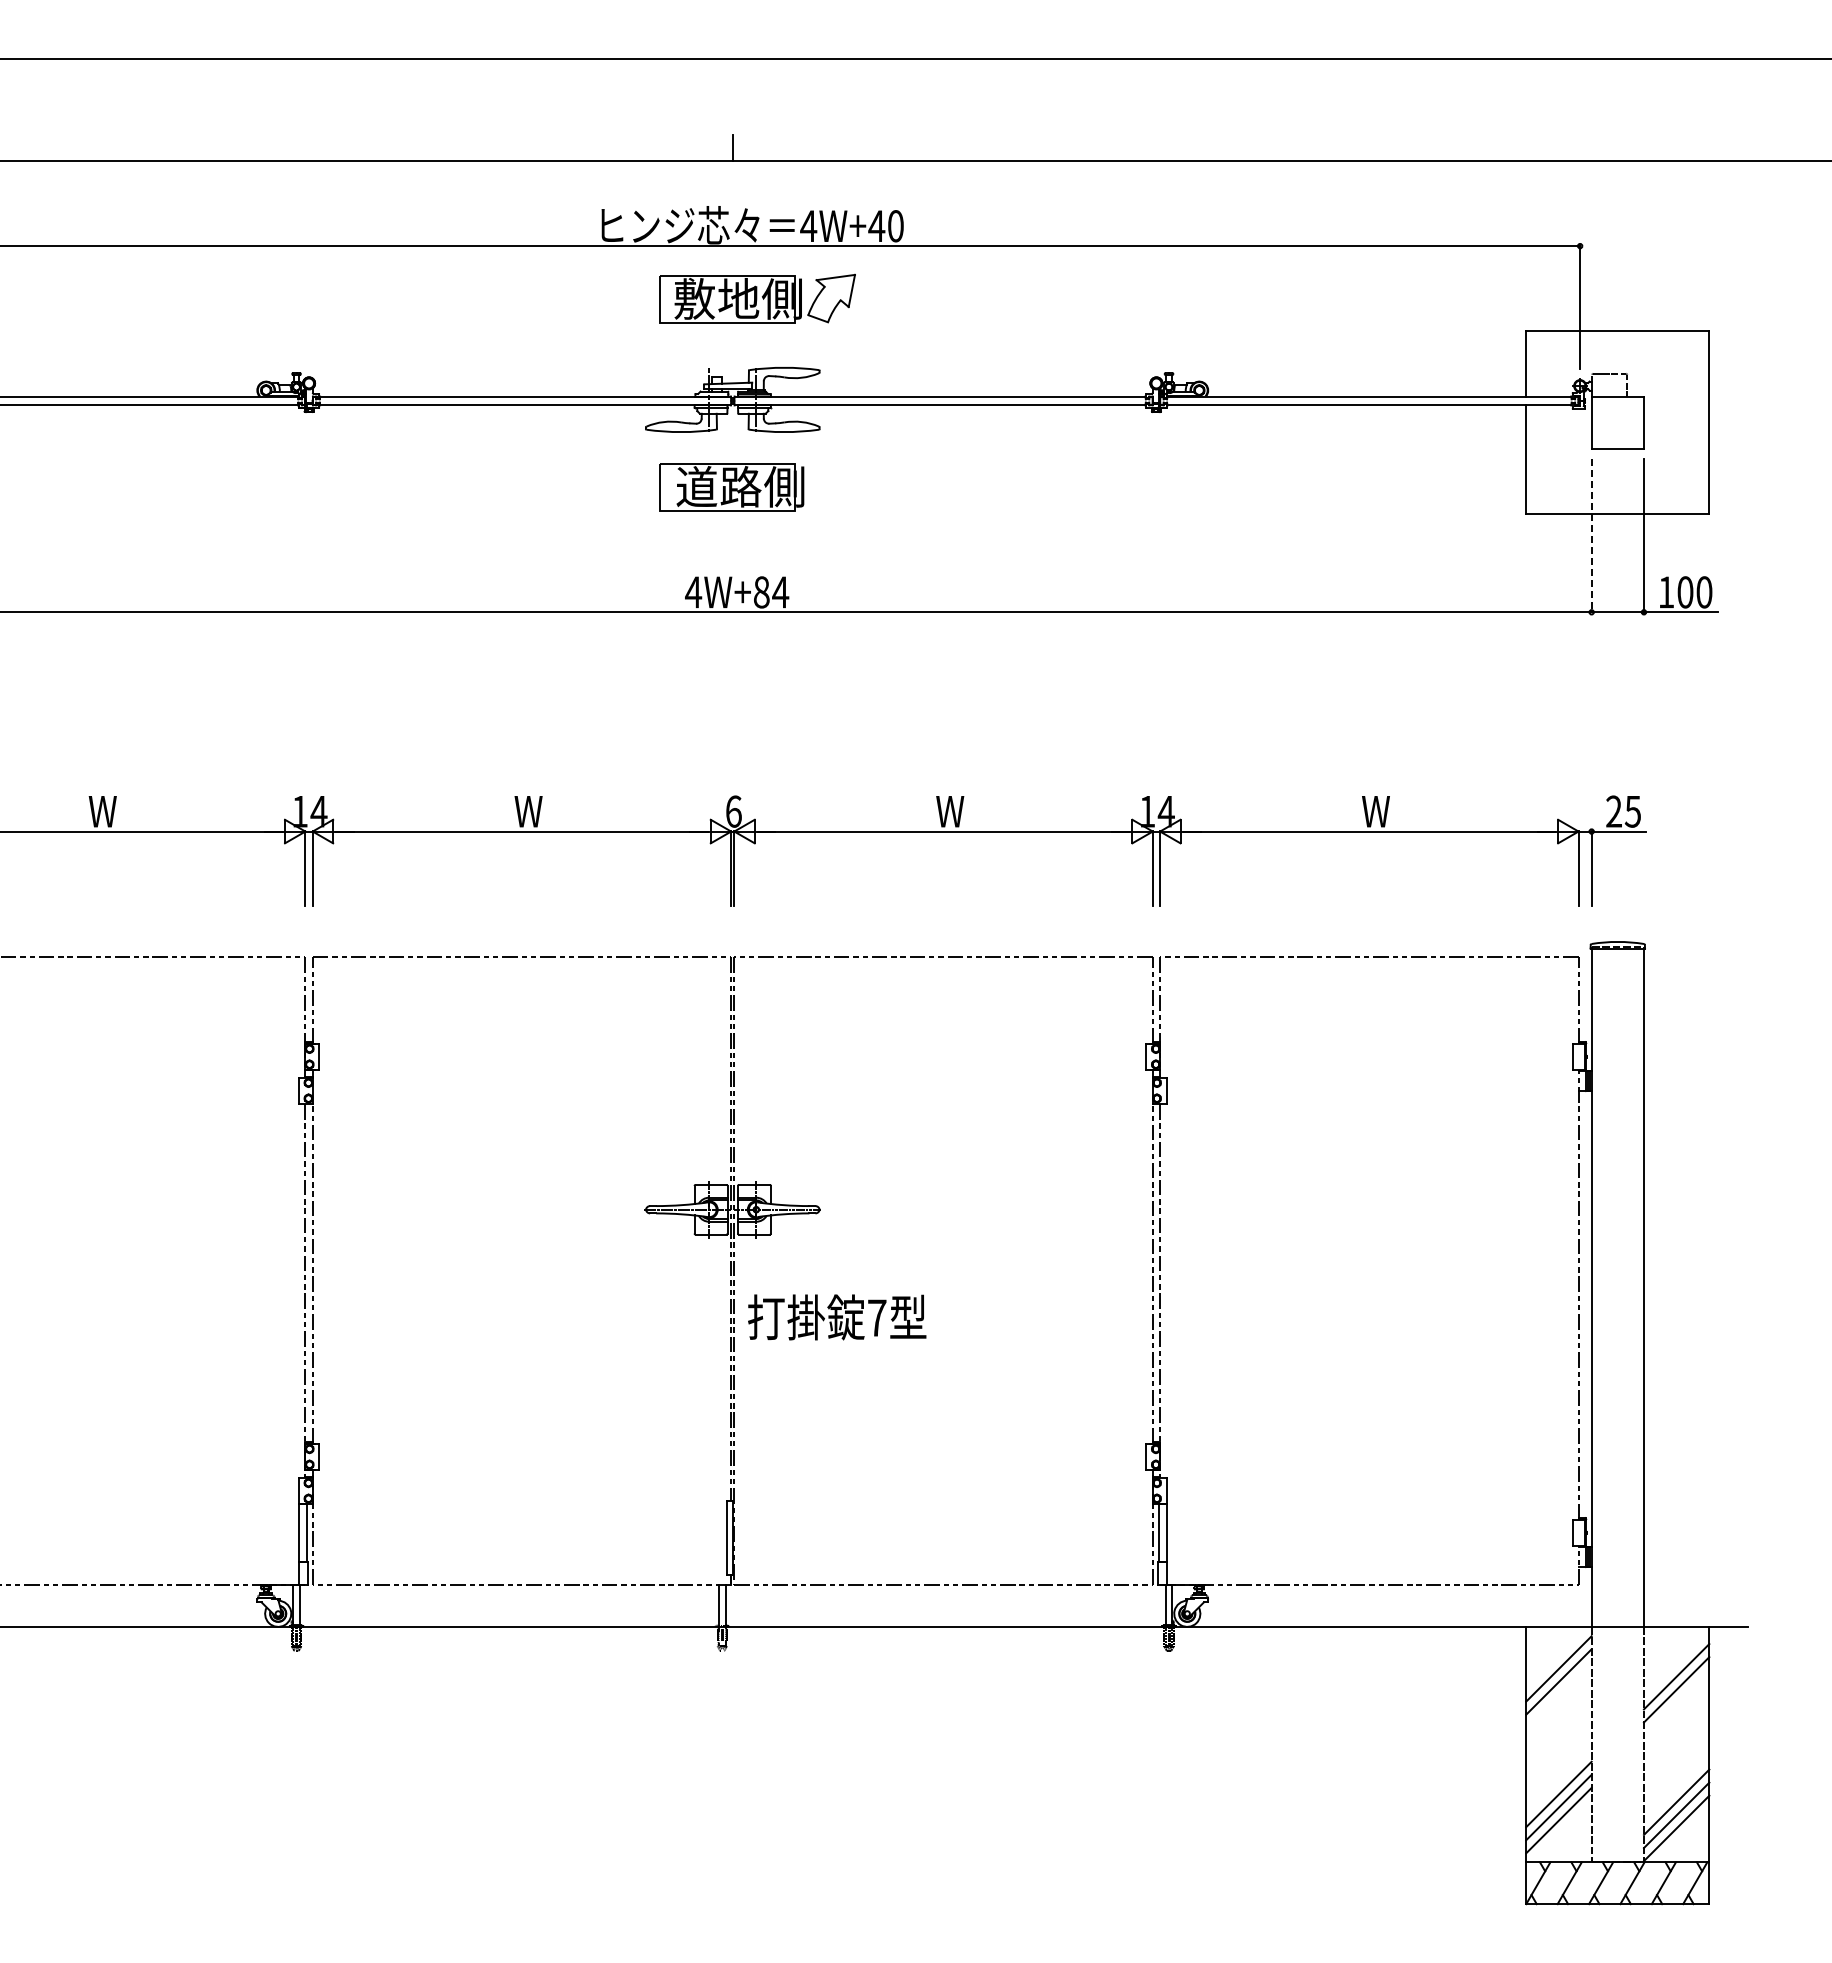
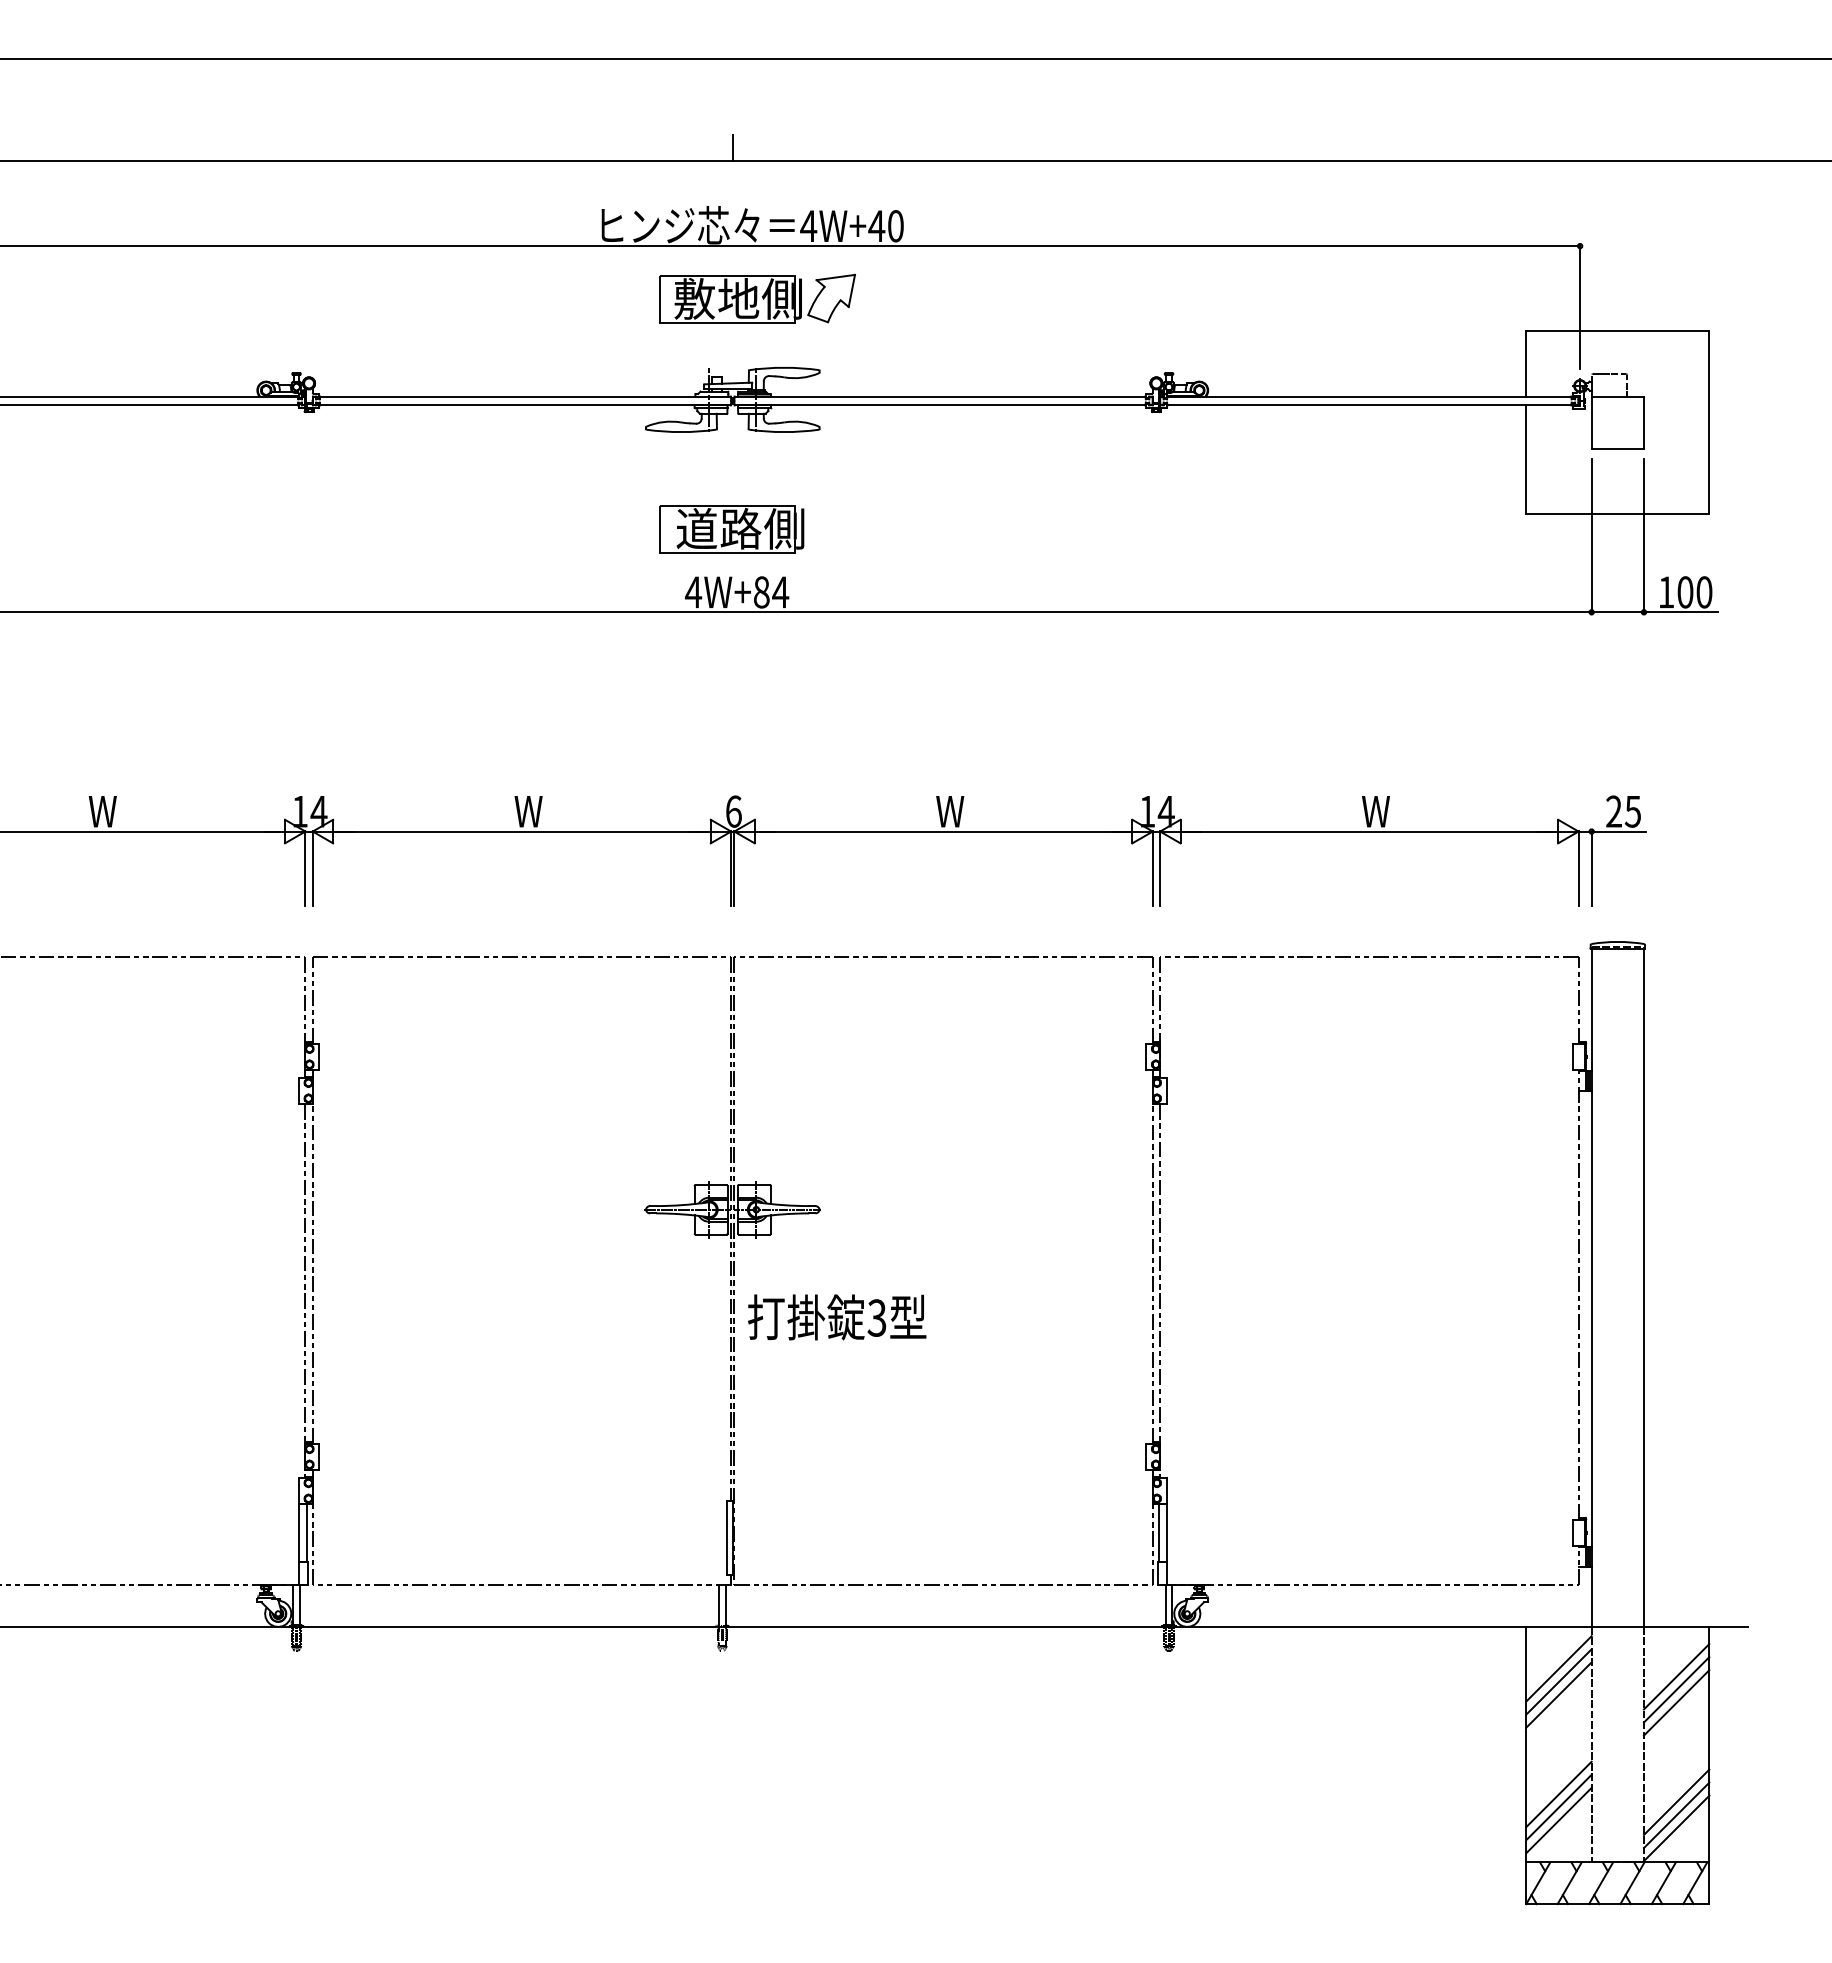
part at (731, 487) position: (731, 487) -> (731, 529)
line at (1591, 536): dashed -> solid
text at (876, 1317): 7 -> 3
line at (1558, 1694): none -> present
line at (1676, 1702): none -> present
